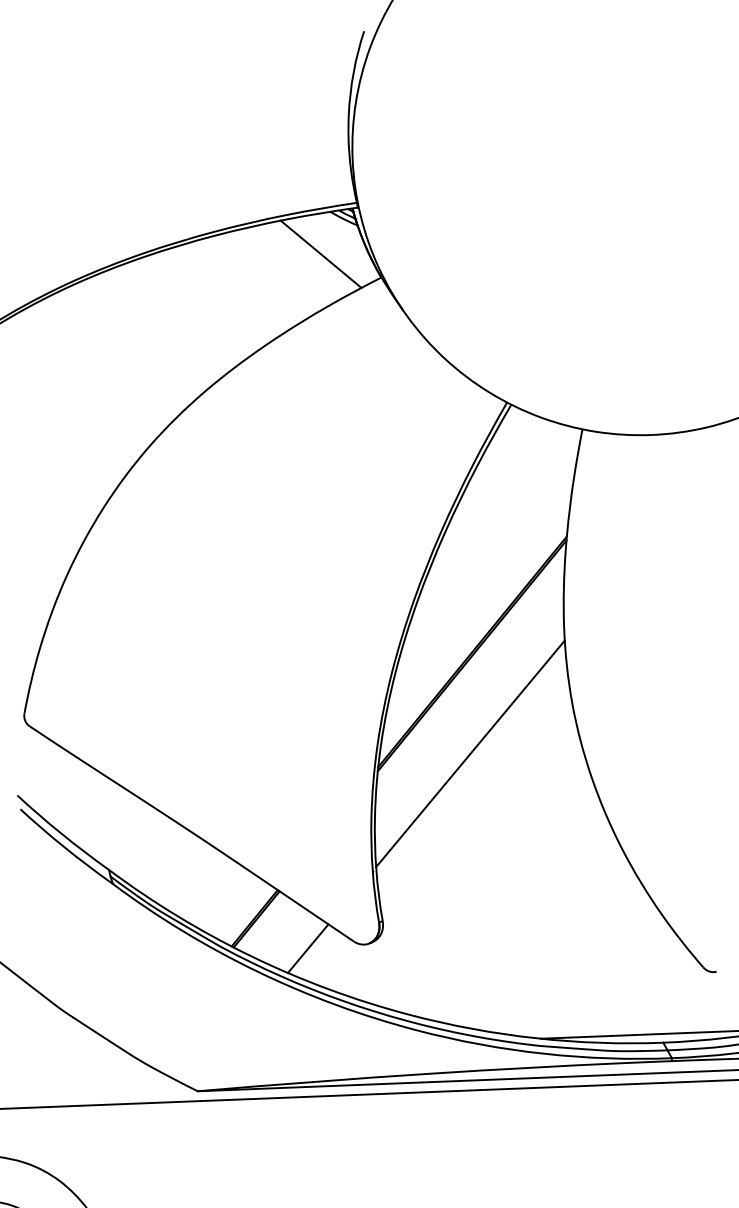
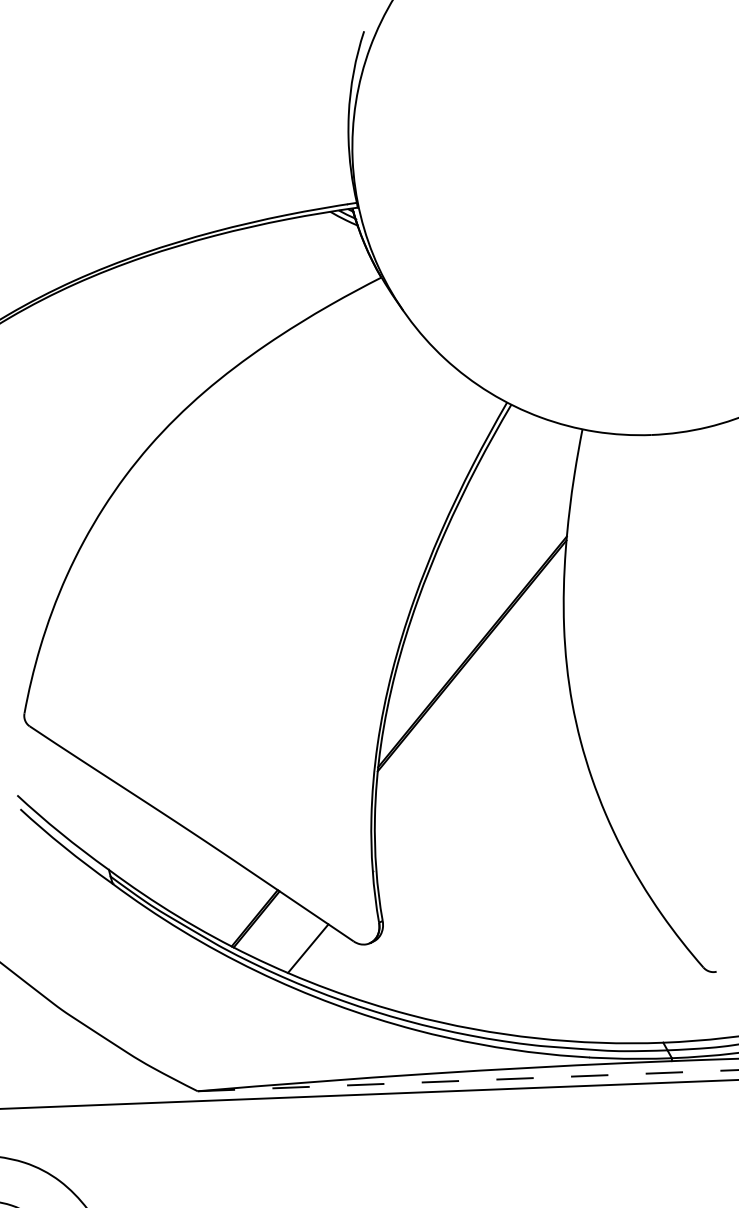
line at (320, 253): present -> none
line at (470, 753): present -> none
line at (637, 1034): present -> none
line at (468, 1080): solid -> dashed
